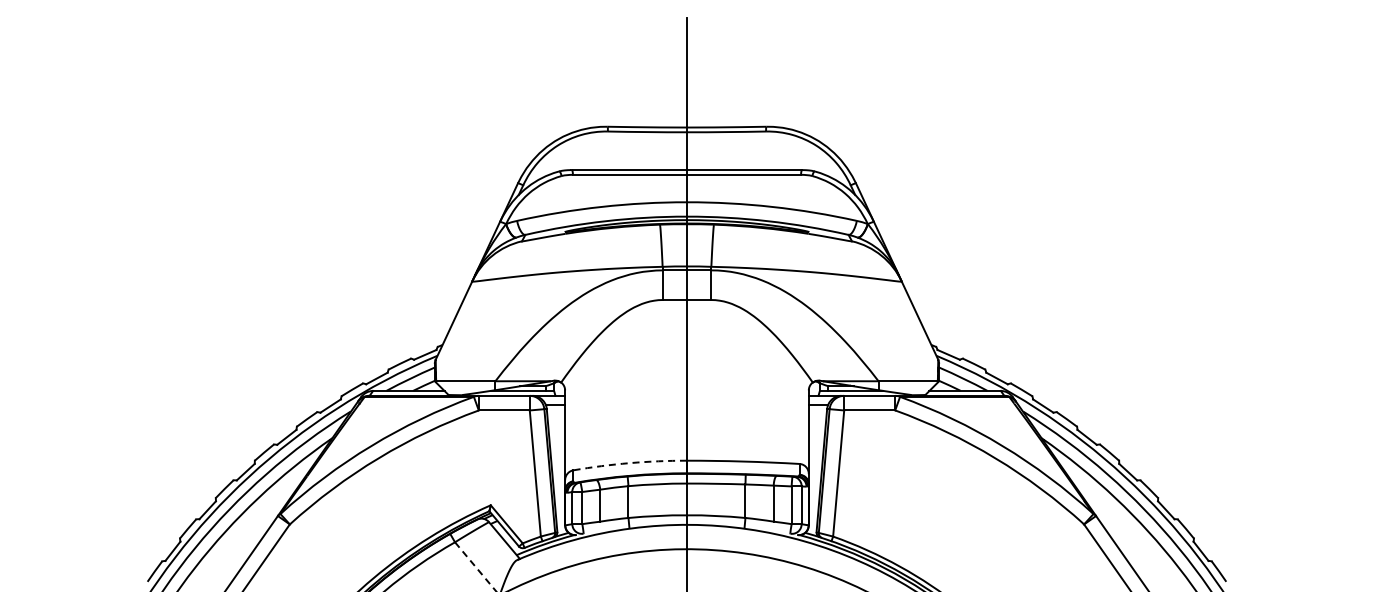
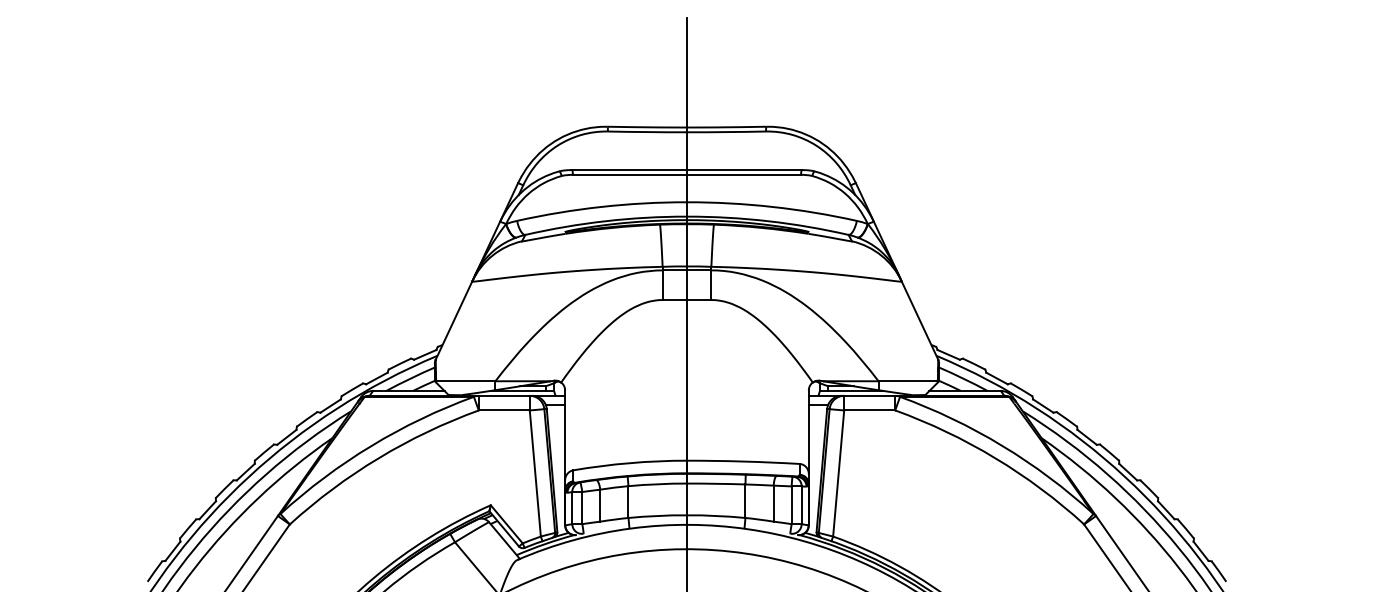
arc at (629, 463): dashed -> solid
line at (476, 567): dashed -> solid
